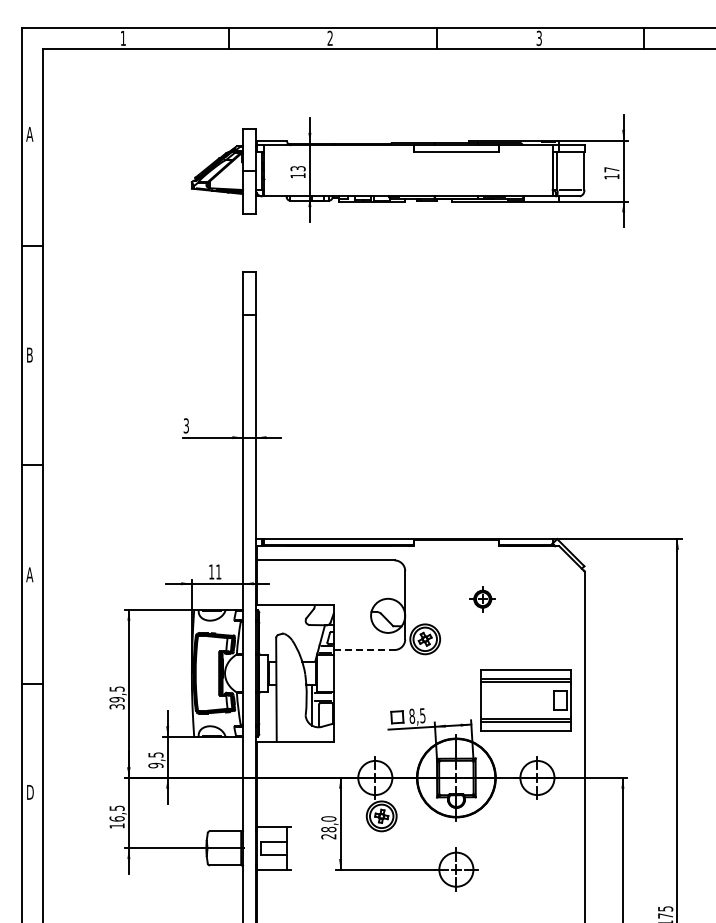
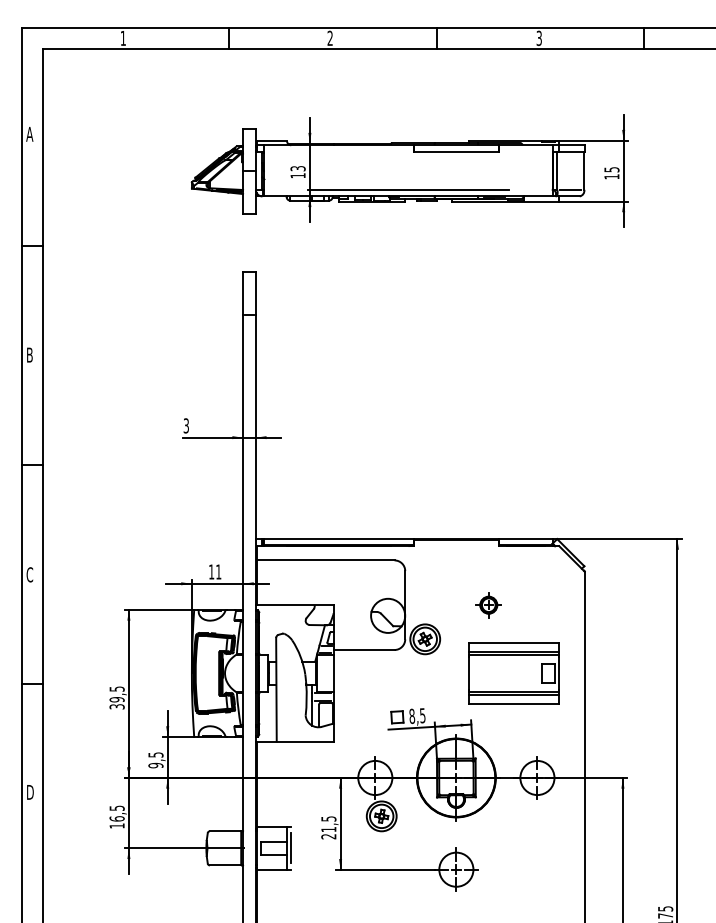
text at (611, 169): 17 -> 15
line at (408, 189): none -> present
text at (29, 574): A -> C
part at (482, 599) position: (482, 599) -> (488, 605)
line at (364, 650): dashed -> solid
part at (525, 700) position: (525, 700) -> (513, 673)
text at (328, 824): 28,0 -> 21,5
line at (291, 848): none -> present
